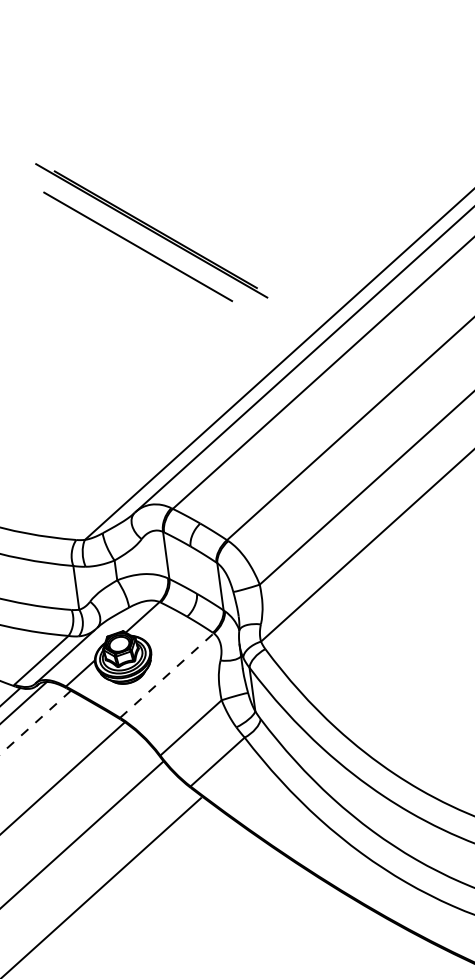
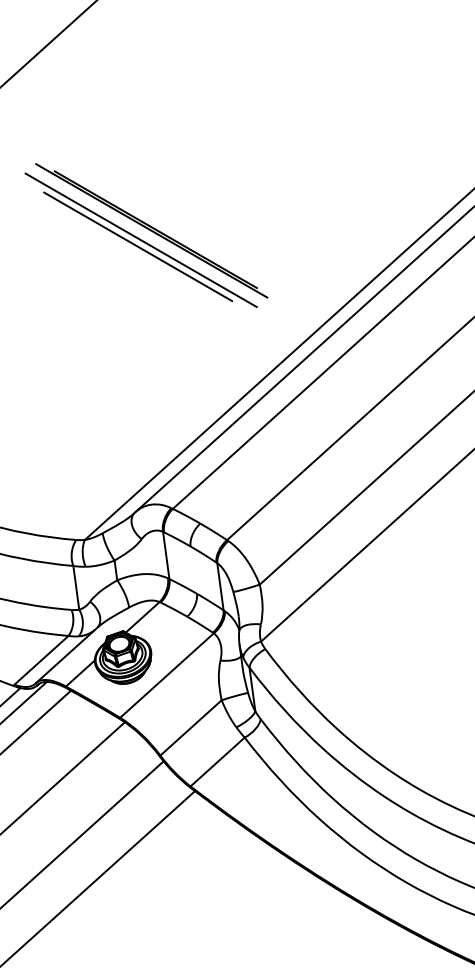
line at (48, 43): none -> present
line at (140, 240): none -> present
line at (167, 675): dashed -> solid
line at (35, 722): dashed -> solid
line at (102, 886) position: (102, 886) -> (98, 877)
